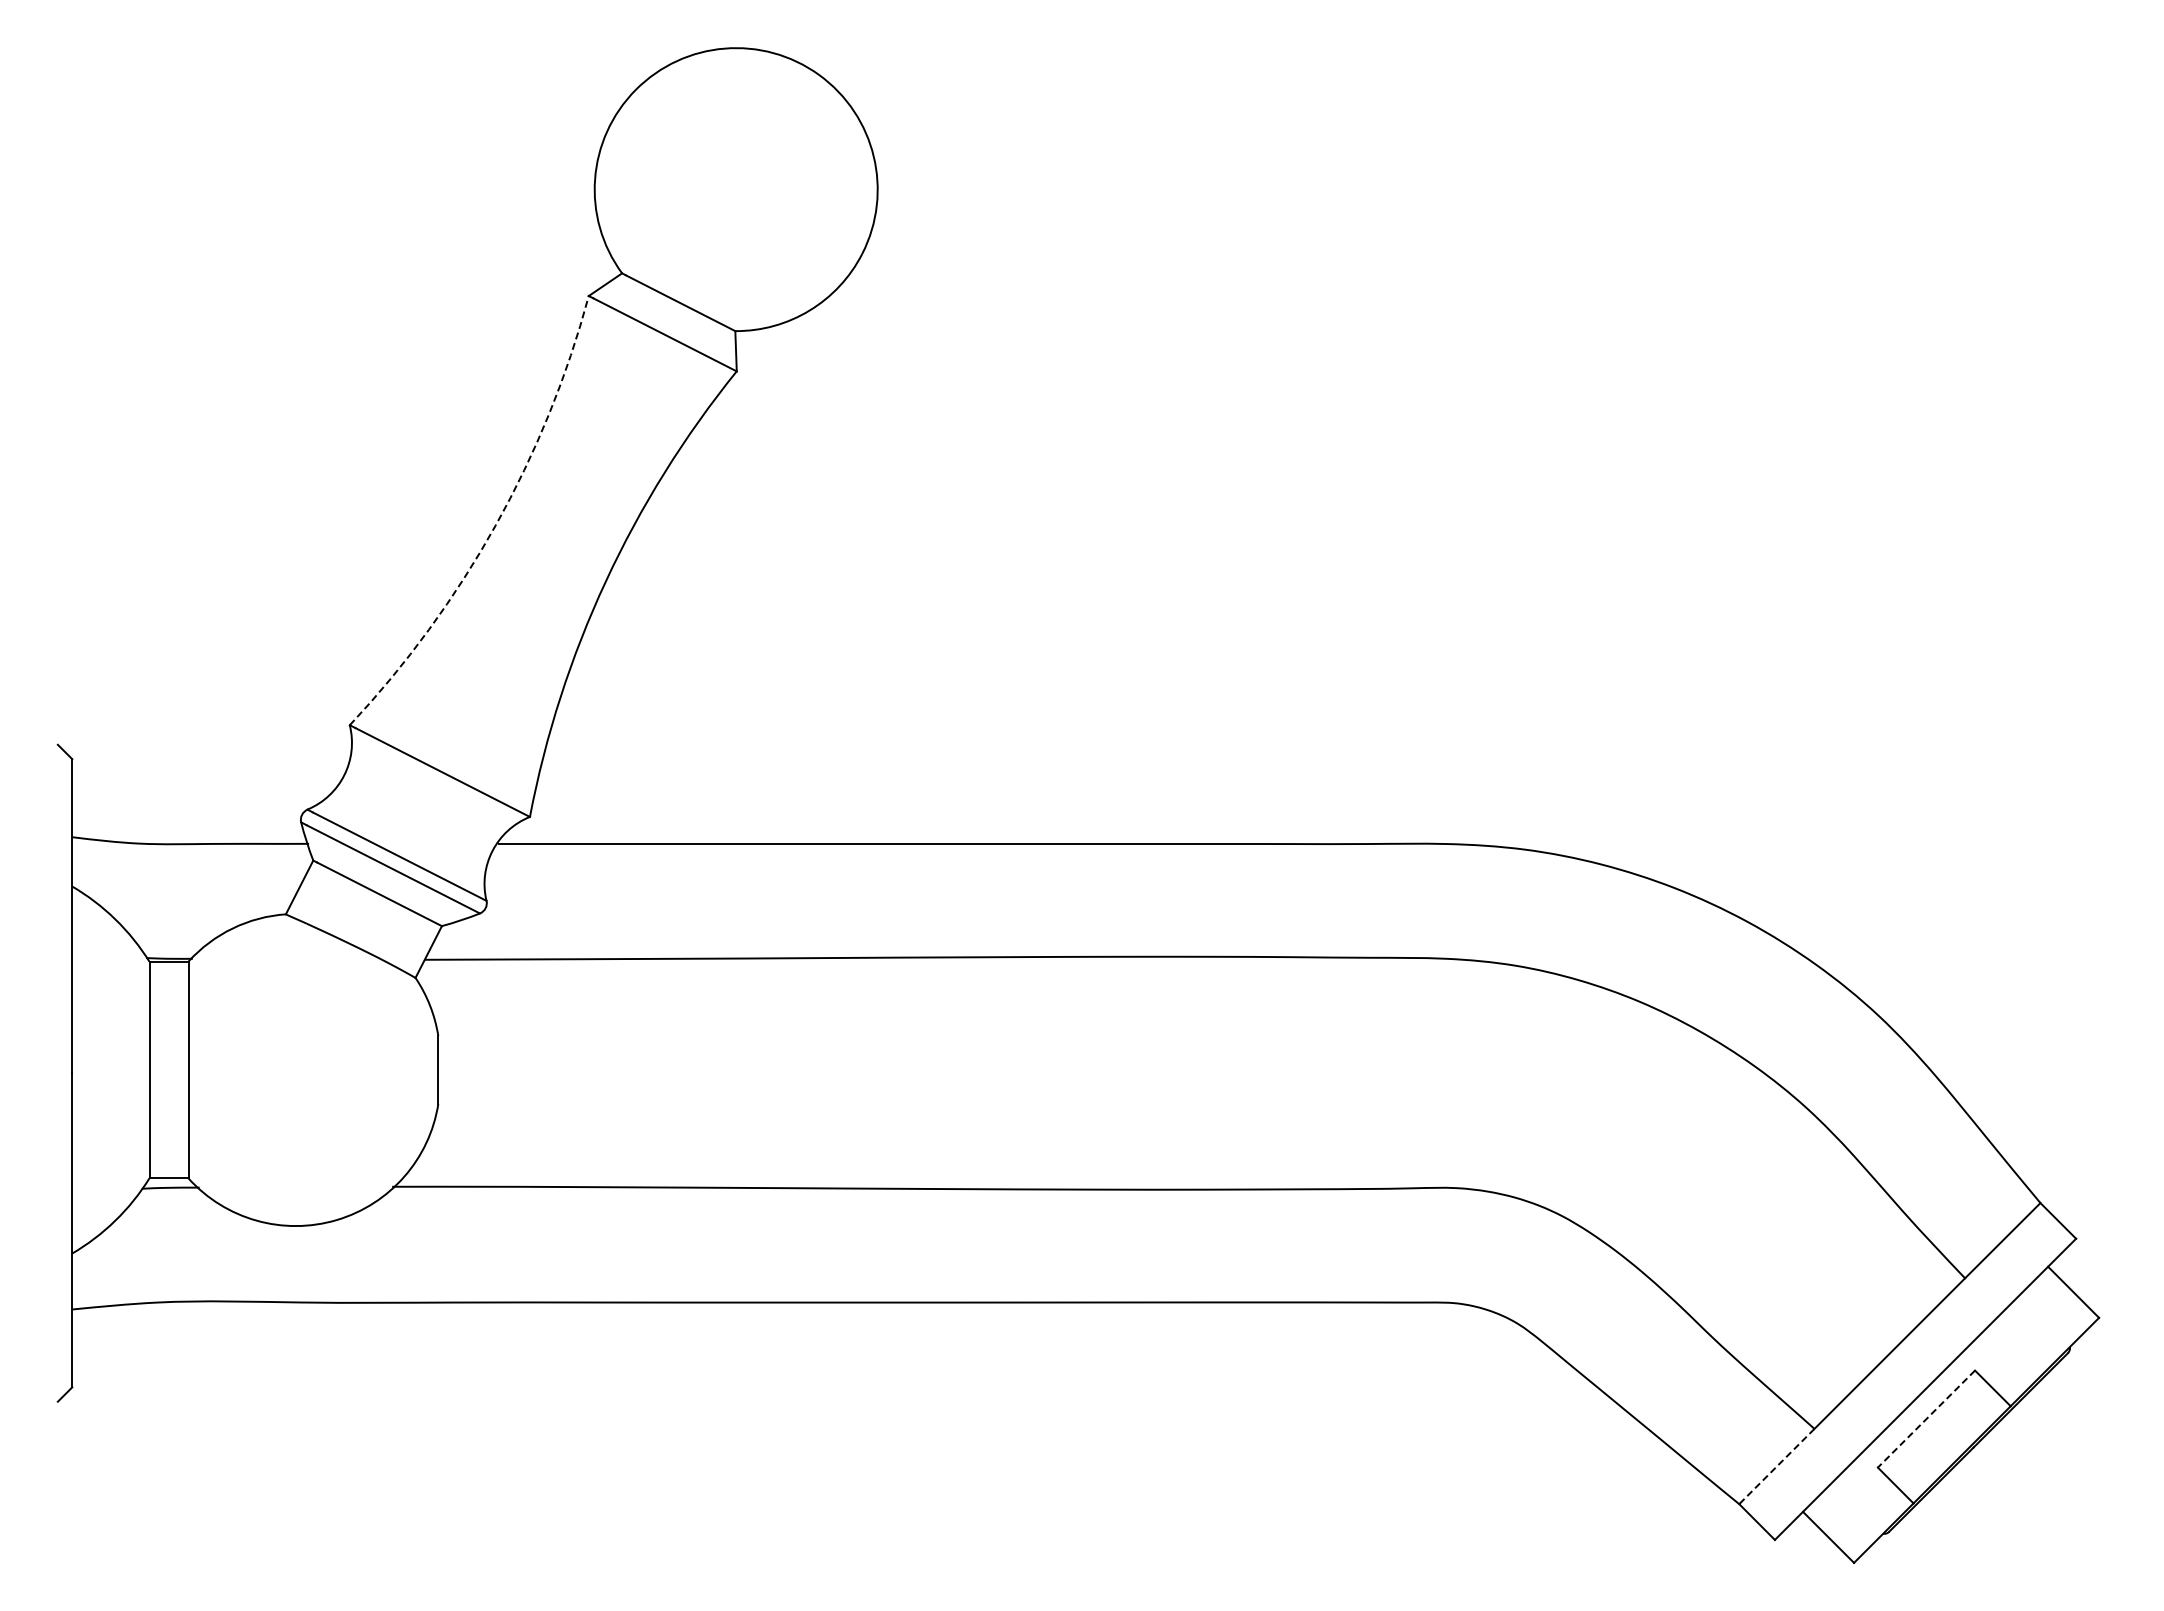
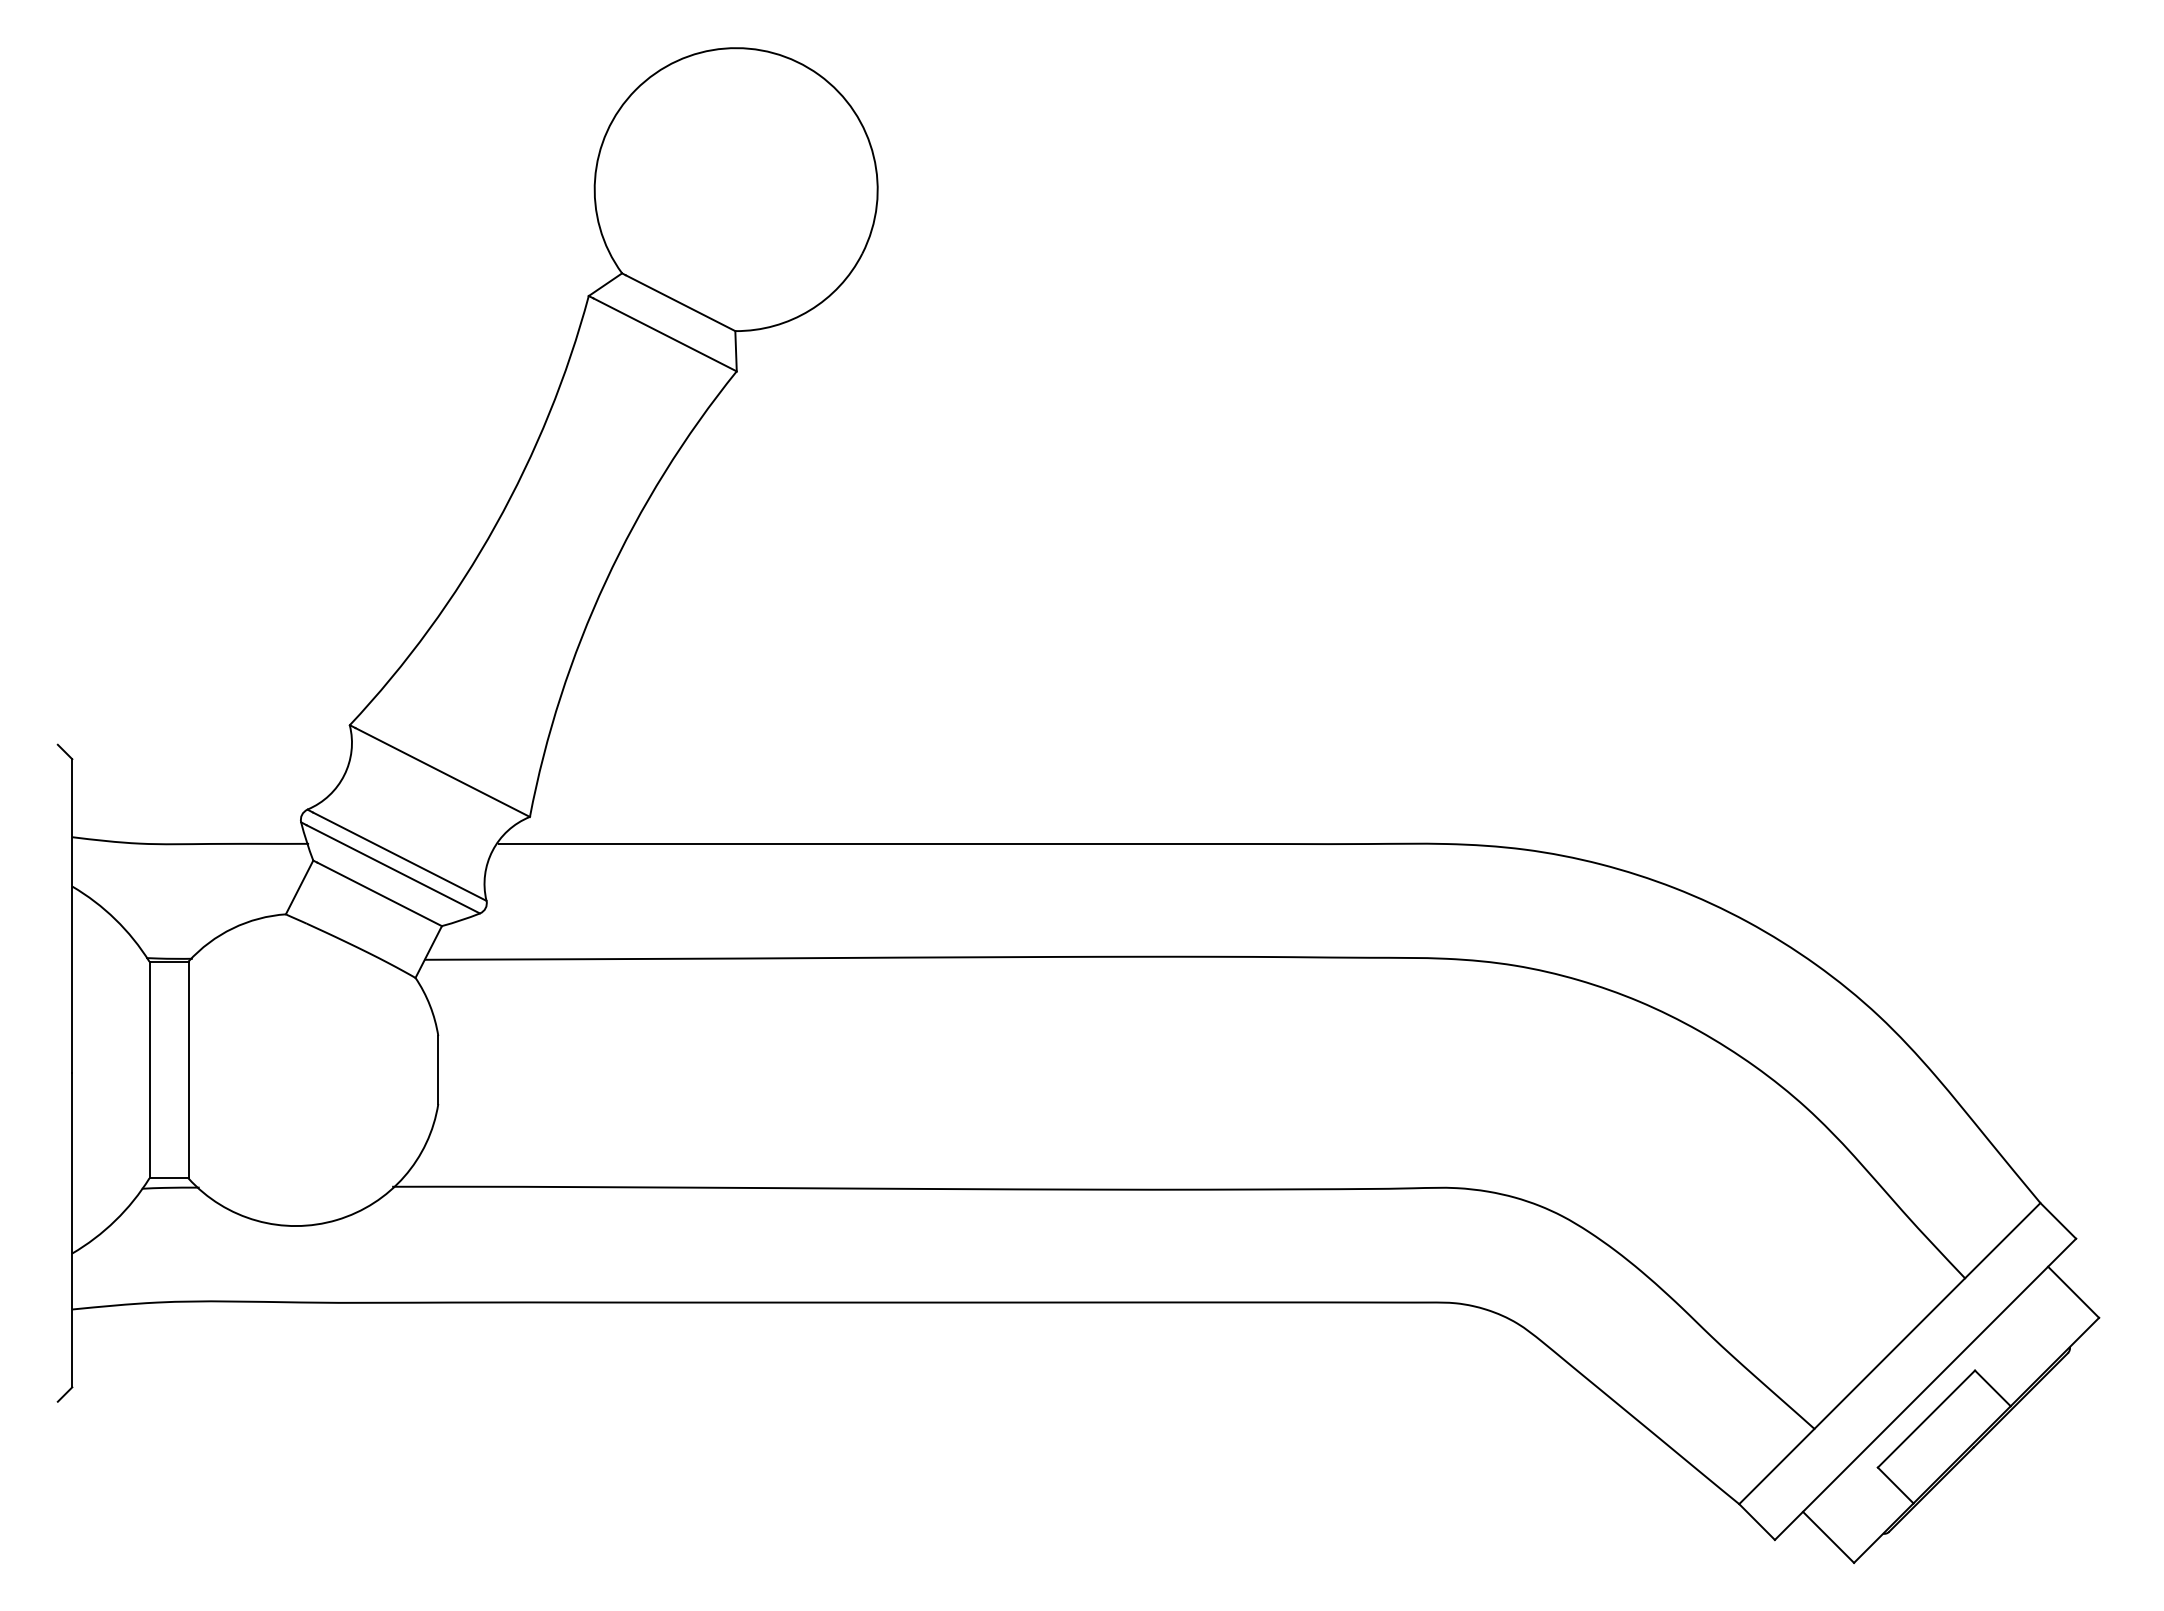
arc at (495, 525): dashed -> solid
line at (1926, 1419): dashed -> solid
line at (1776, 1466): dashed -> solid
